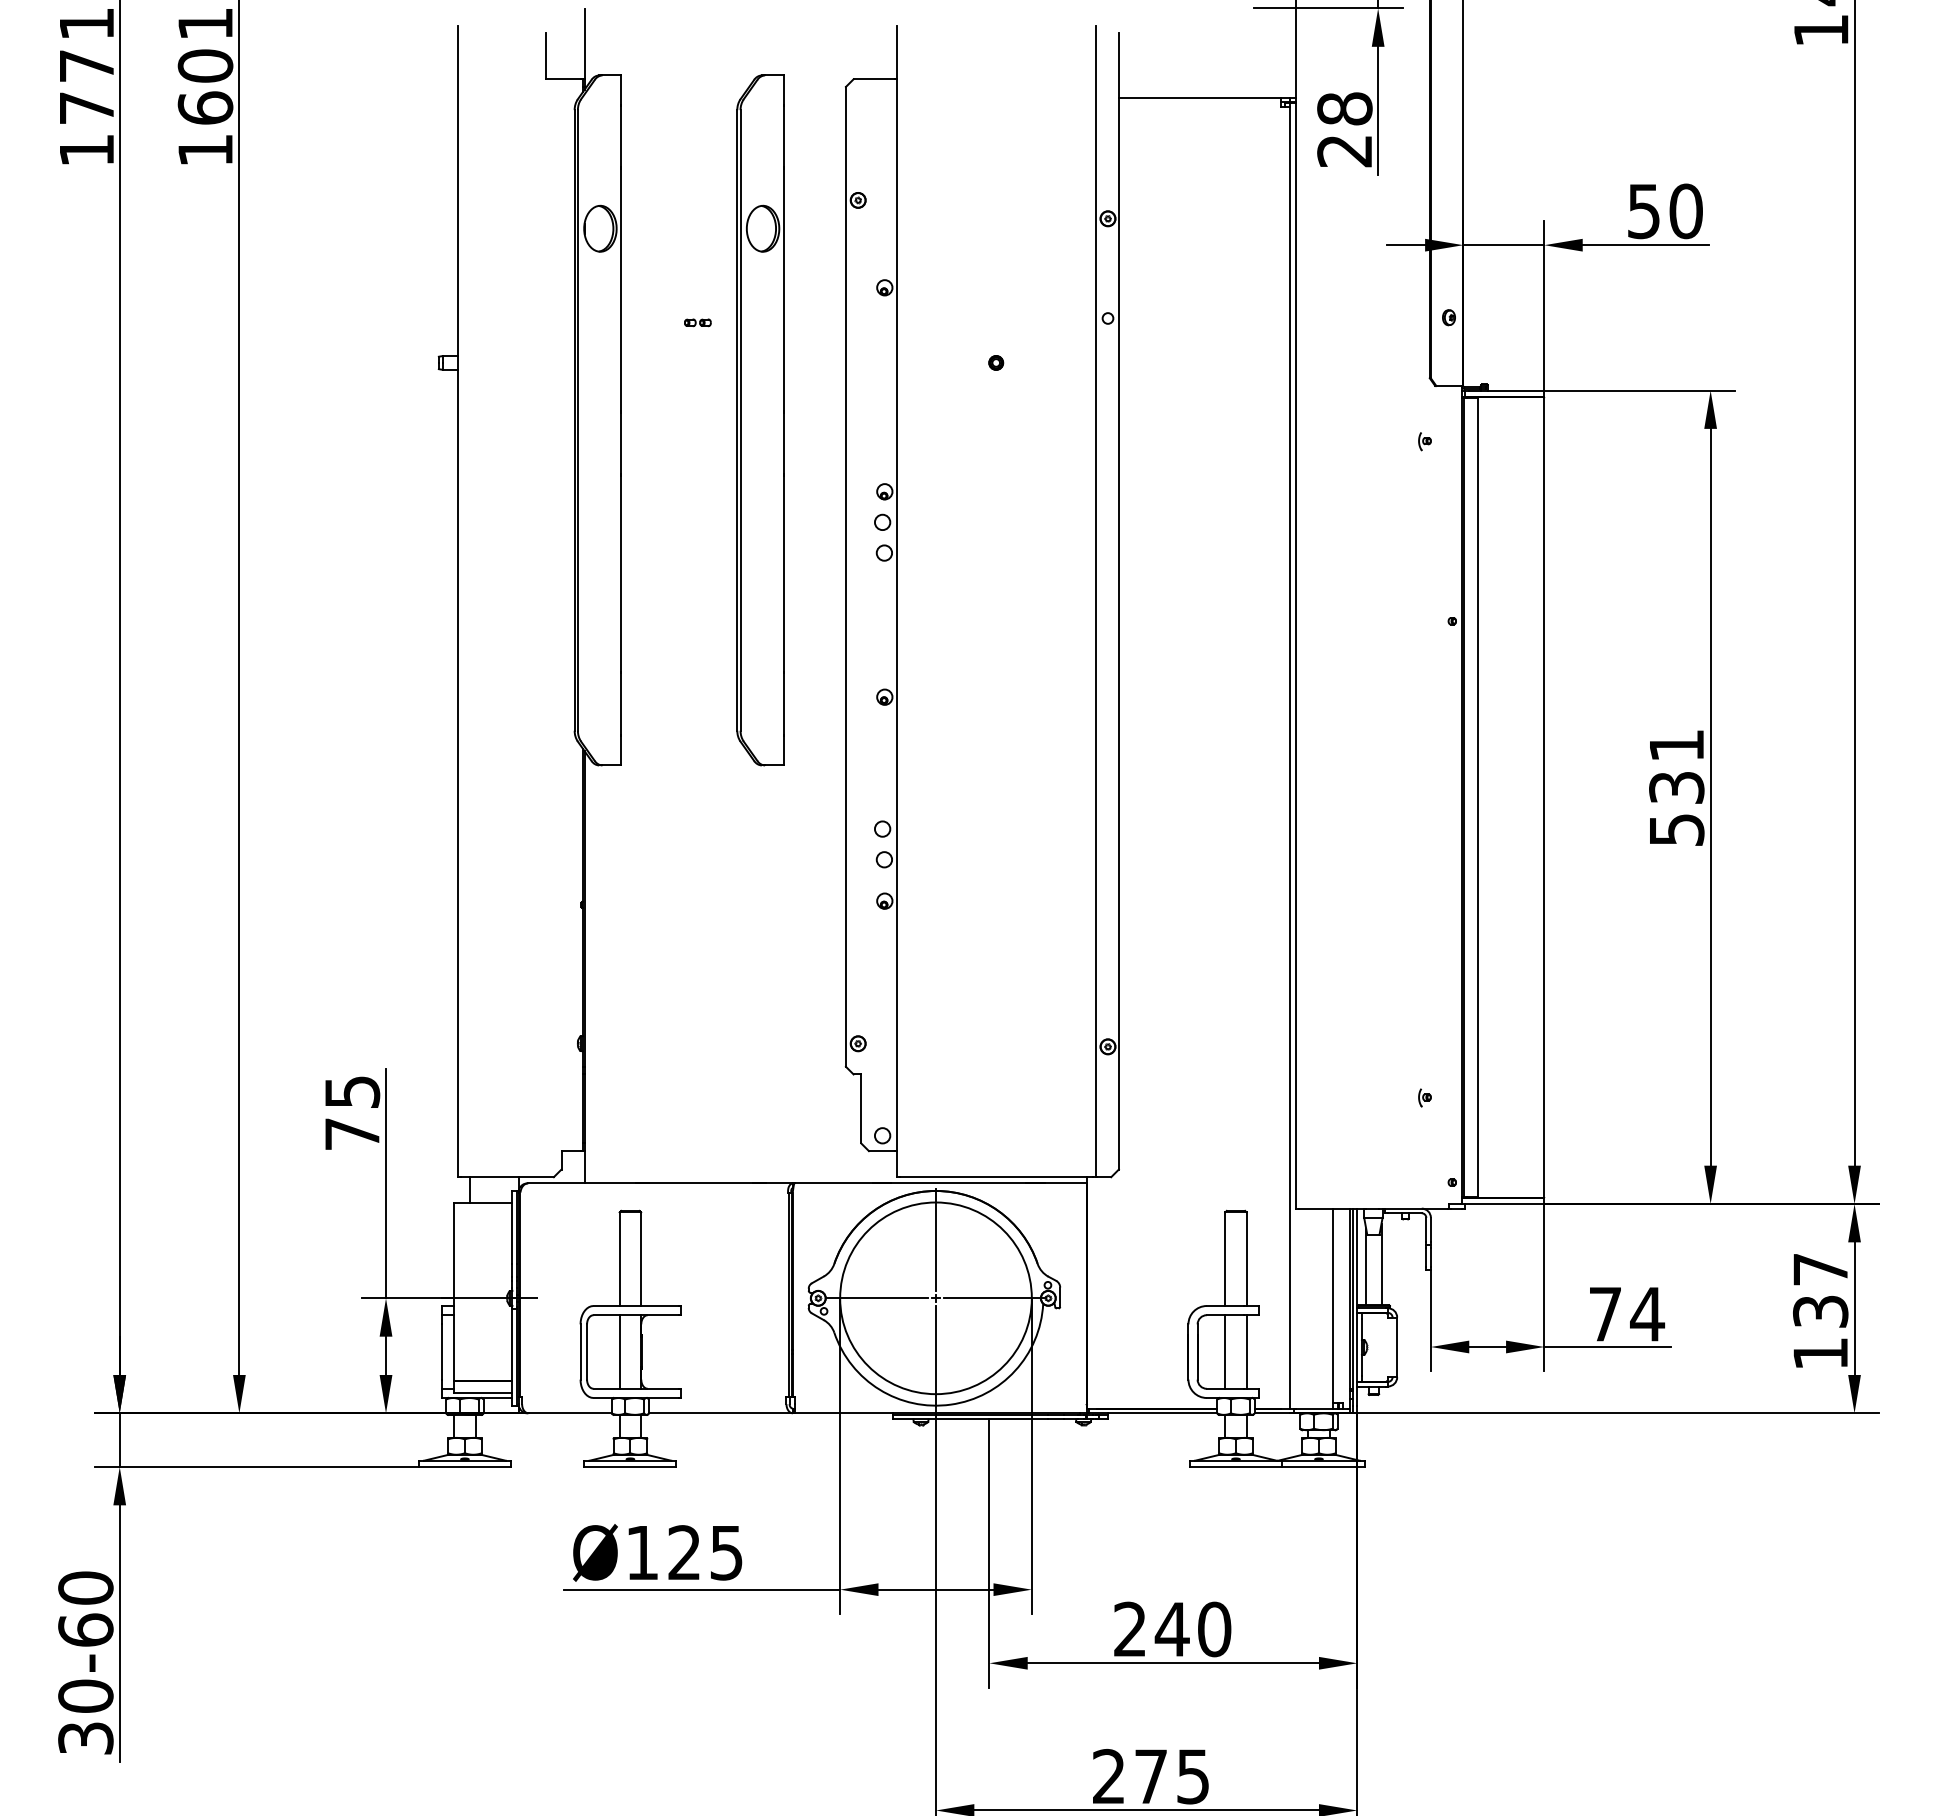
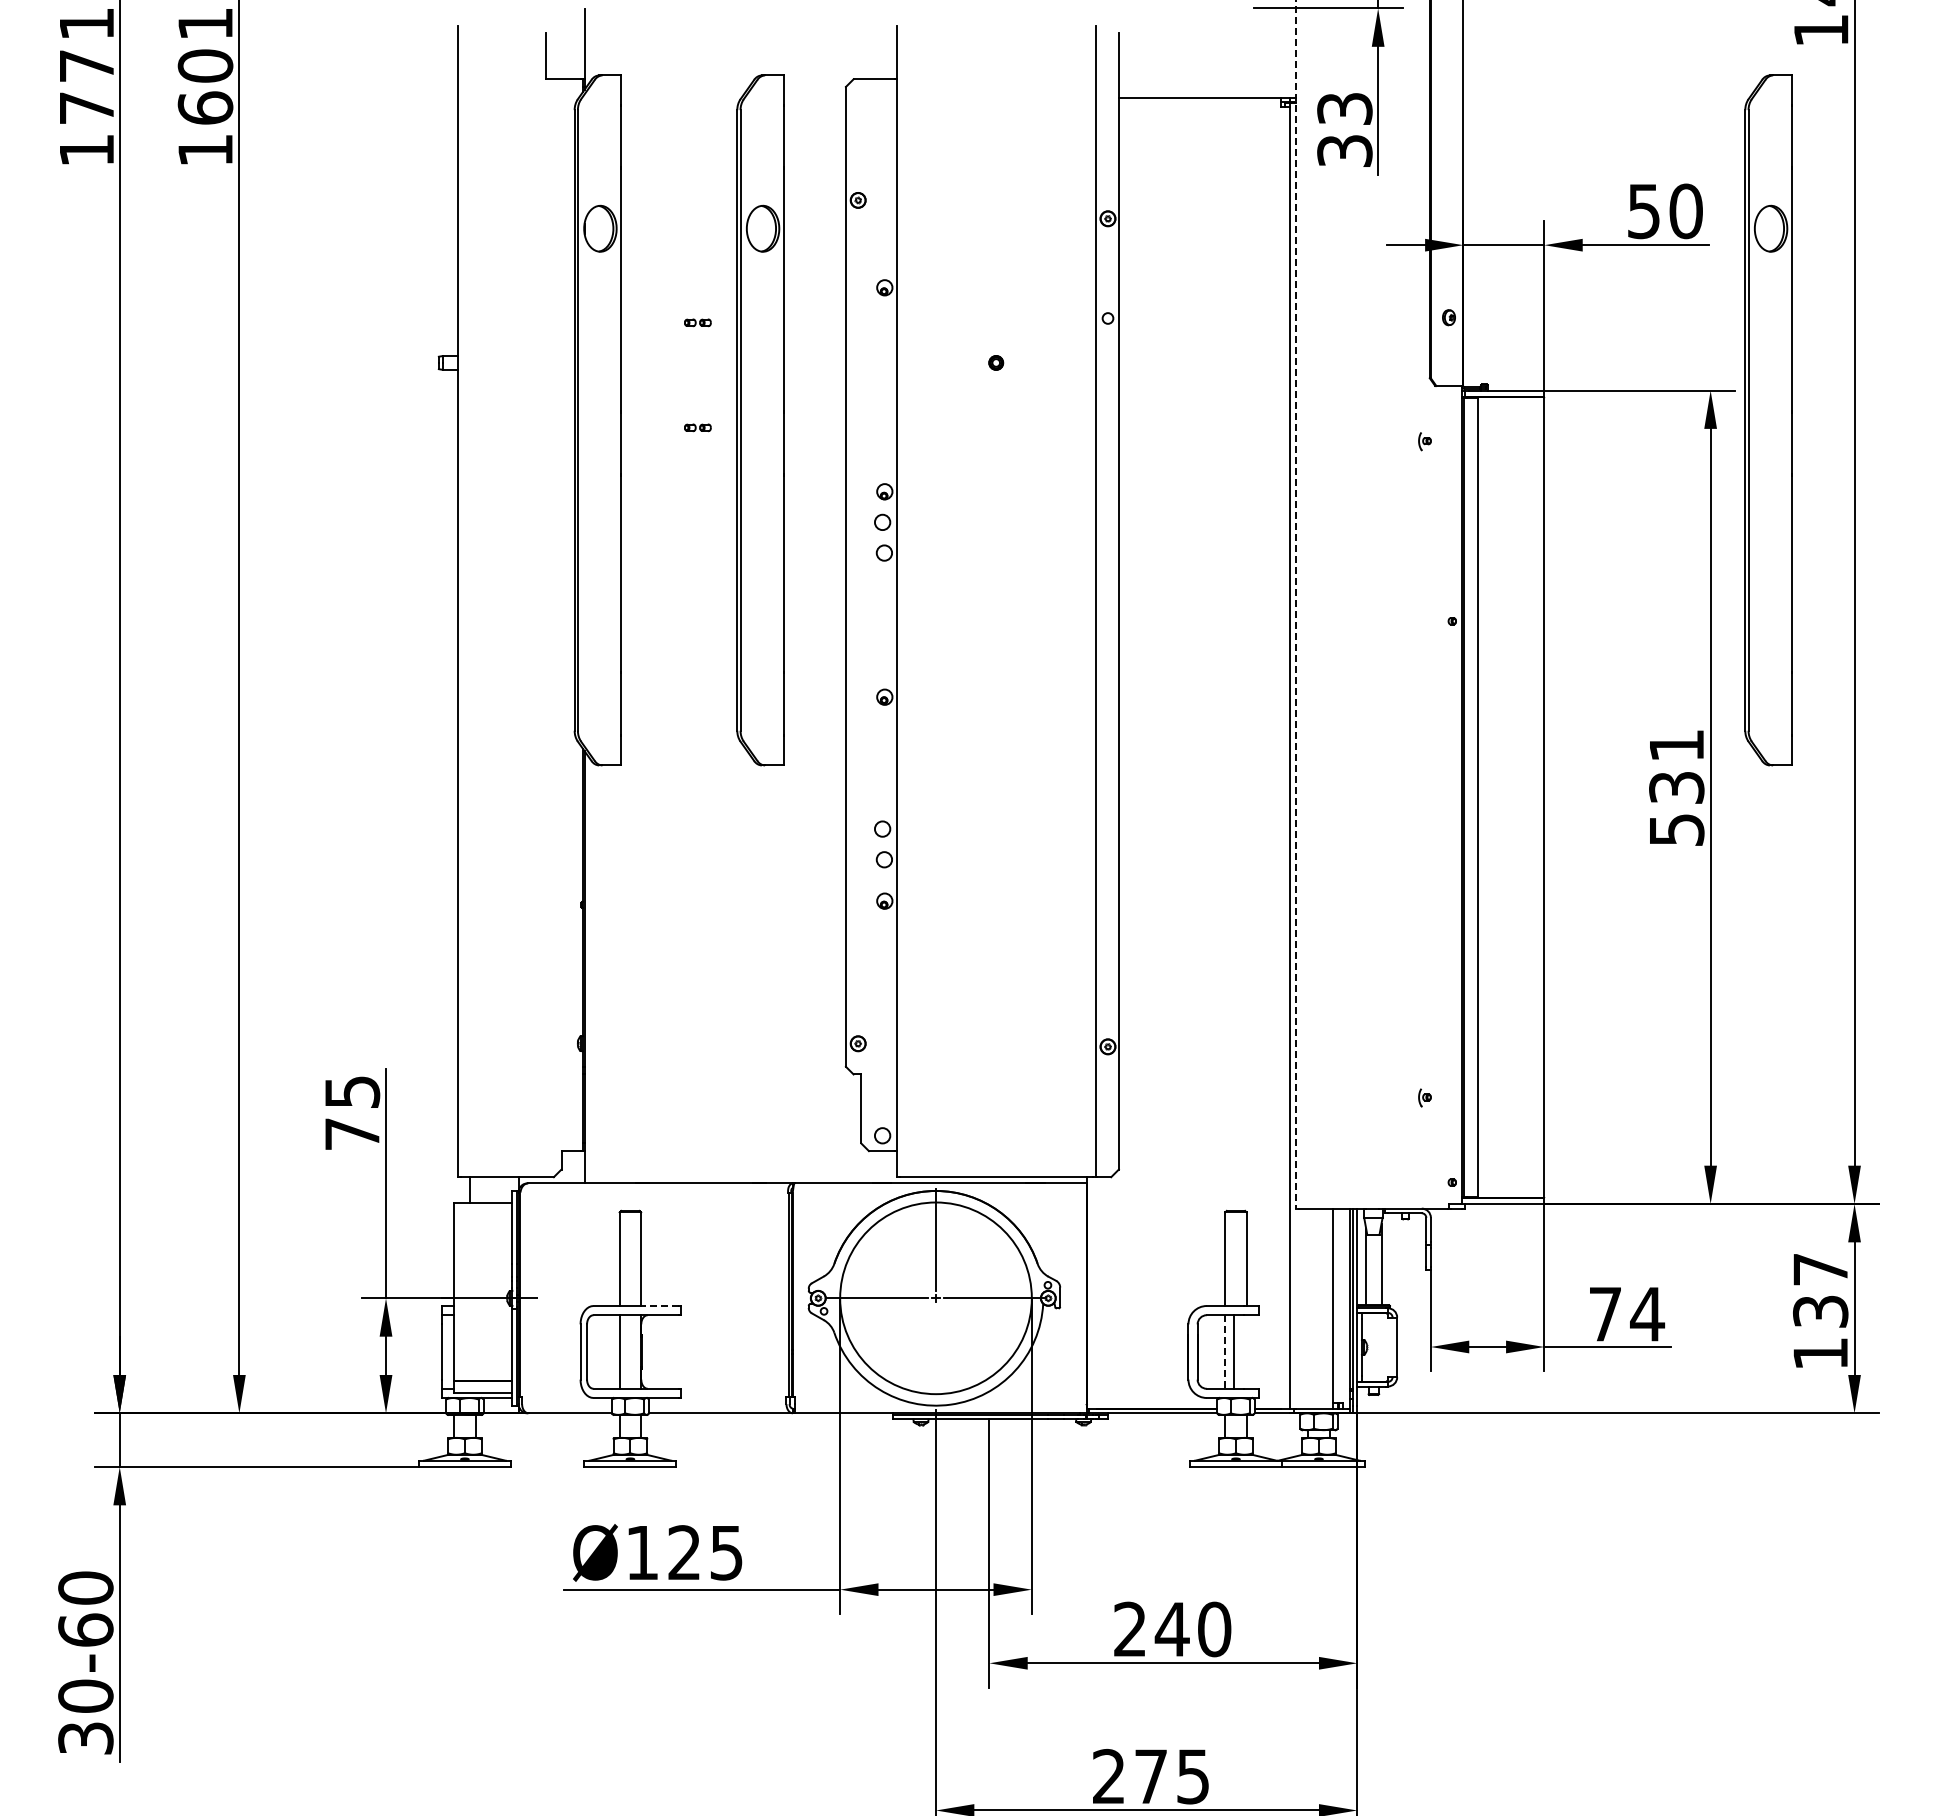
text at (1344, 129): 28 -> 33
part at (1768, 420): none -> present
part at (697, 427): none -> present
line at (1295, 604): solid -> dashed
line at (660, 1306): solid -> dashed
line at (1246, 1351) position: (1246, 1351) -> (1233, 1351)
line at (1225, 1352): solid -> dashed
line at (936, 1356): present -> none
